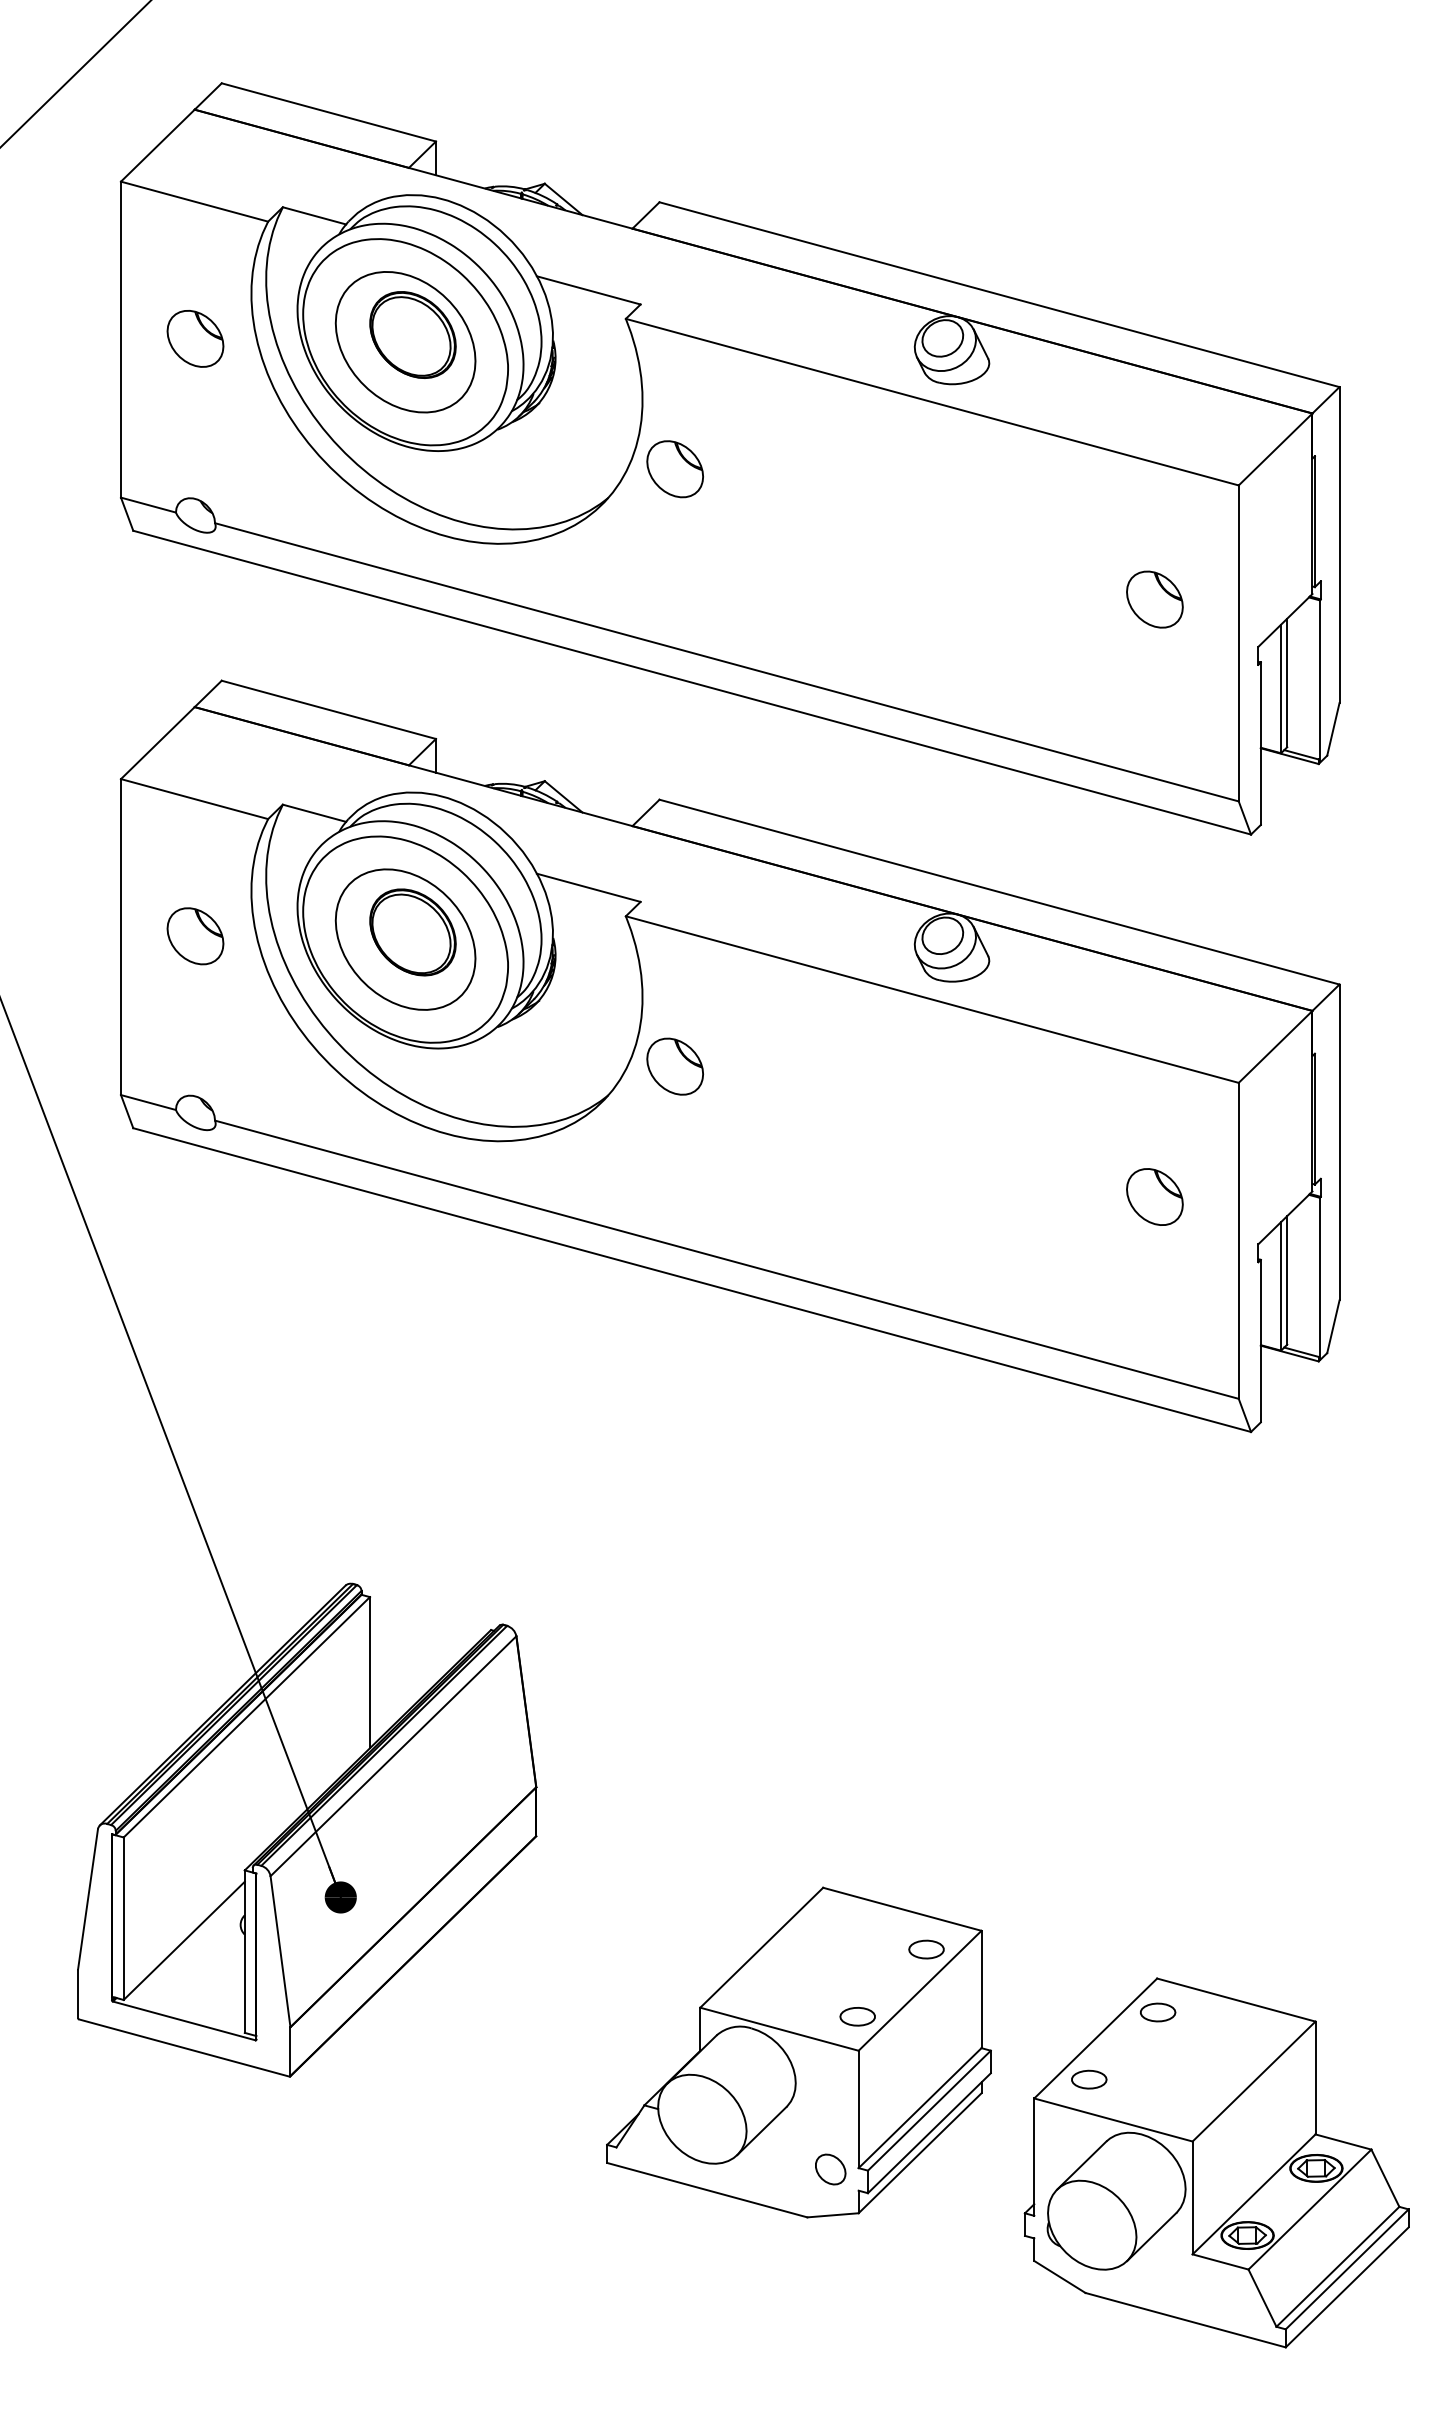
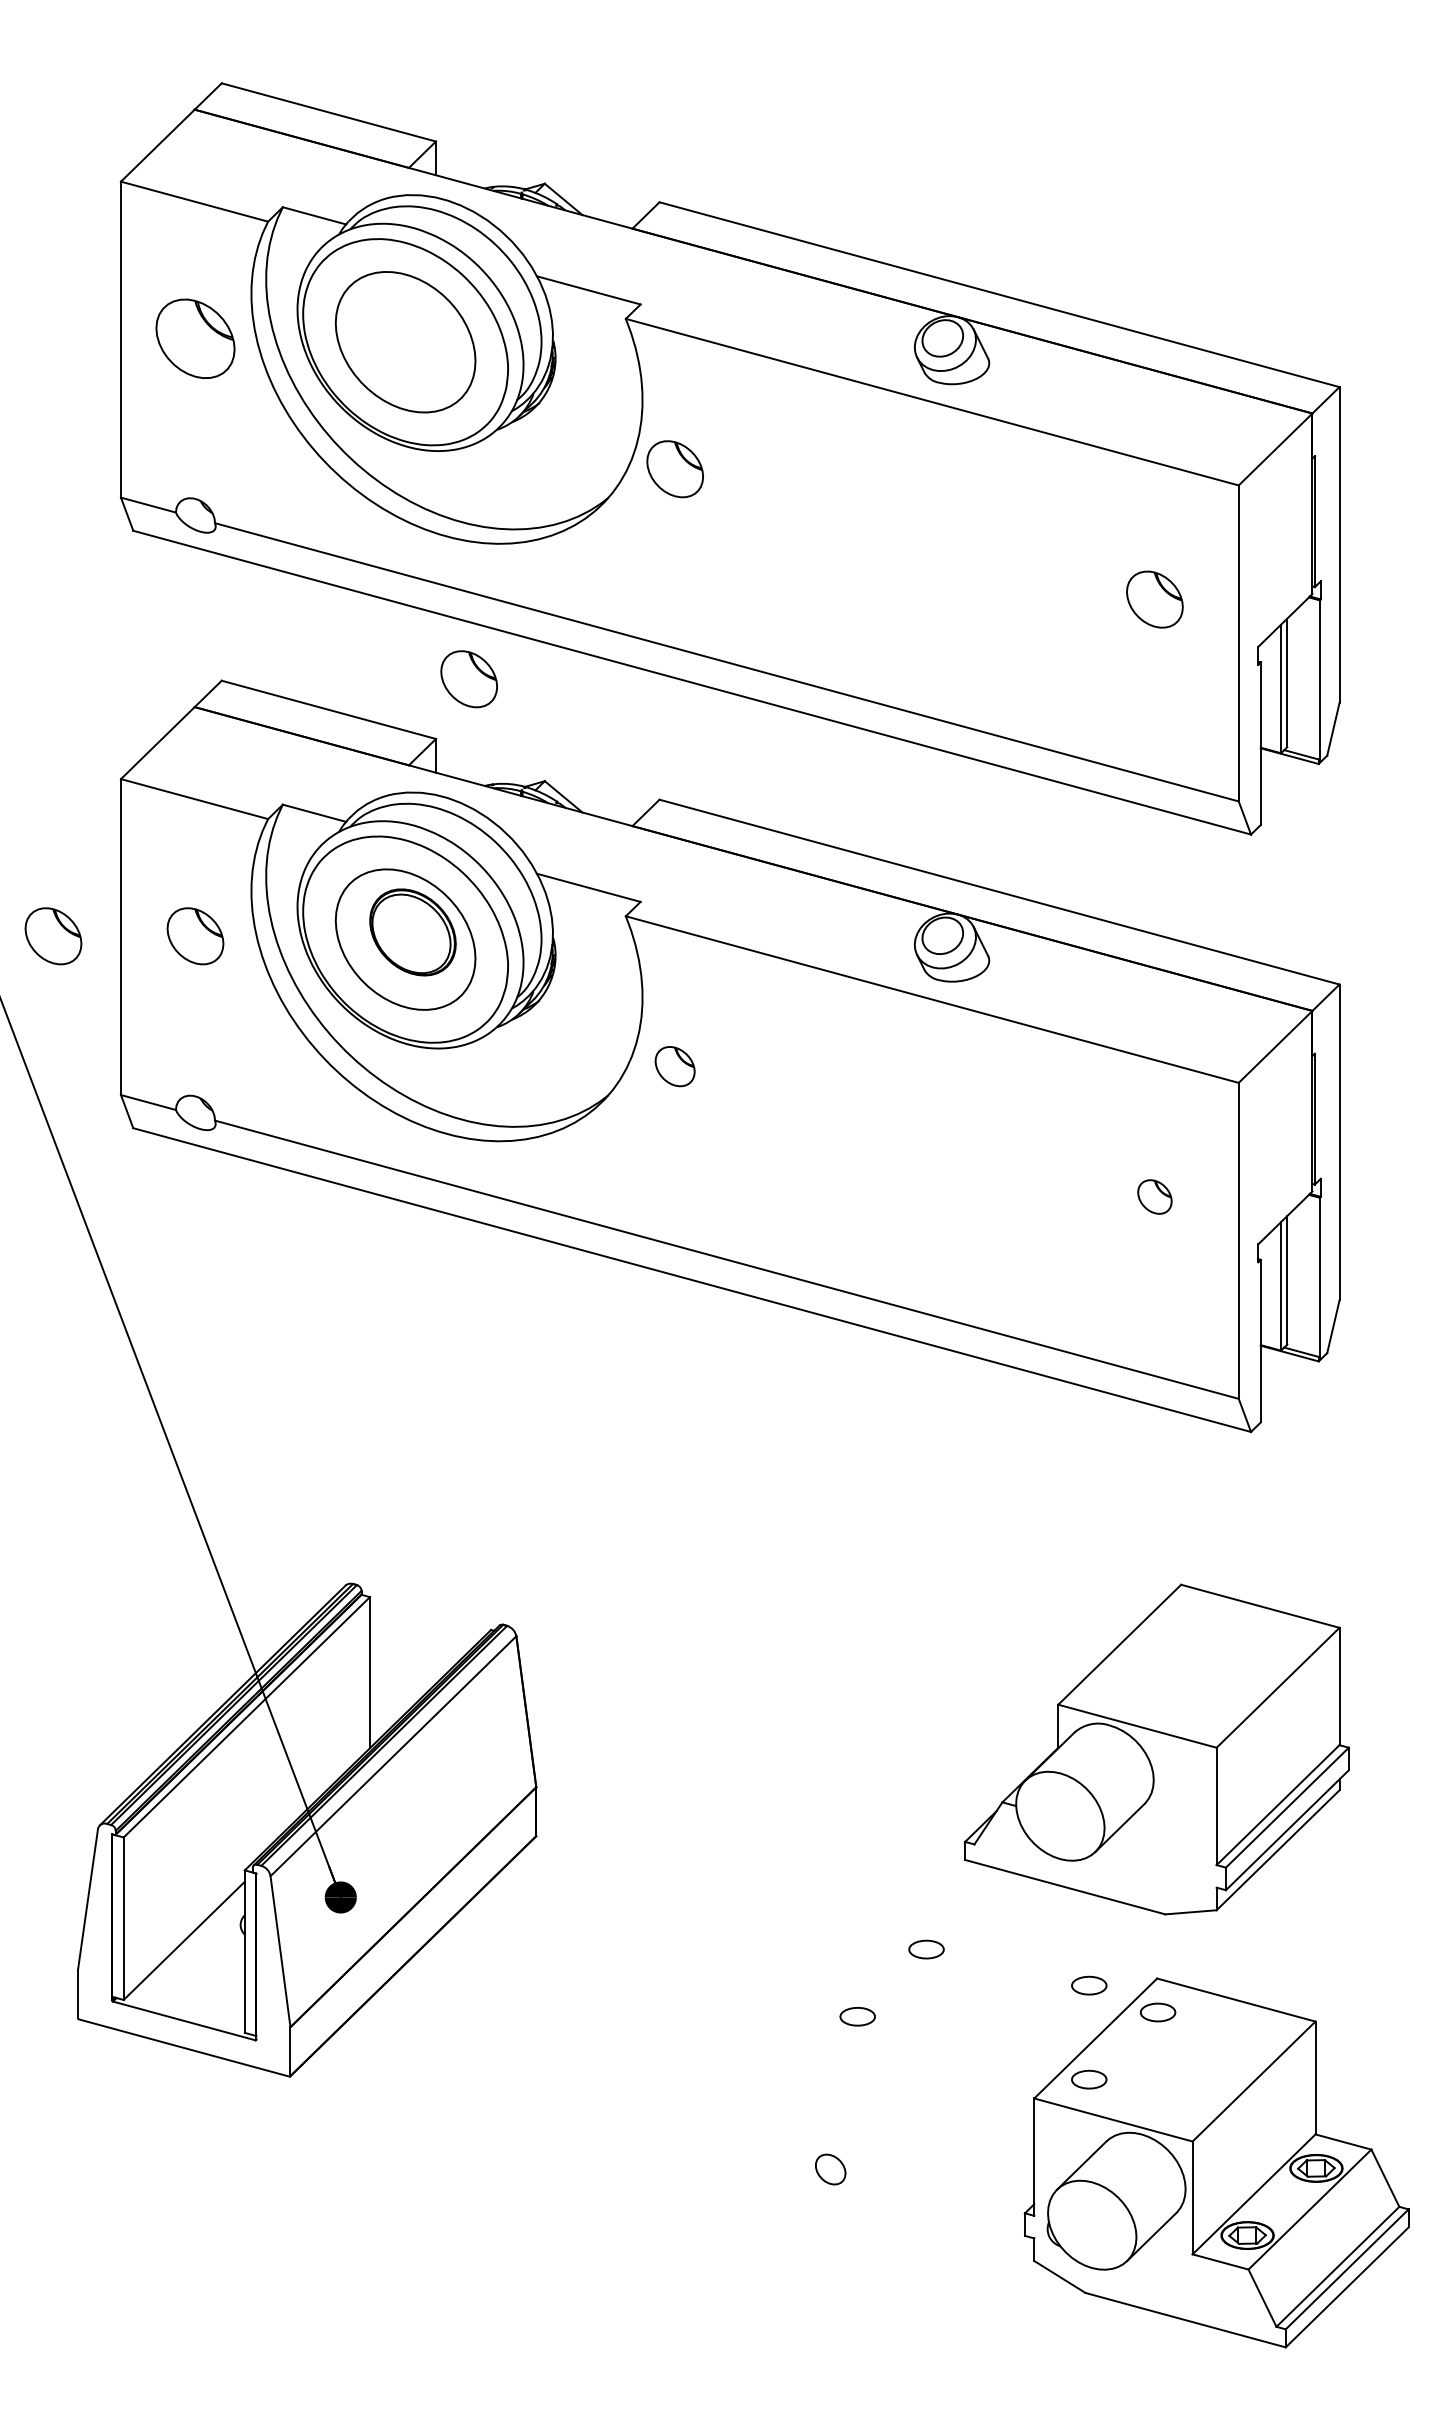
line at (75, 73): present -> none
part at (412, 334): present -> none
part at (195, 338) size: 59x58 px -> 81x81 px
part at (468, 679): none -> present
part at (53, 936): none -> present
part at (674, 1066) size: 58x59 px -> 42x42 px
part at (1154, 1196) size: 58x58 px -> 36x36 px
part at (1089, 1985): none -> present
part at (798, 2052) position: (798, 2052) -> (1156, 1749)
